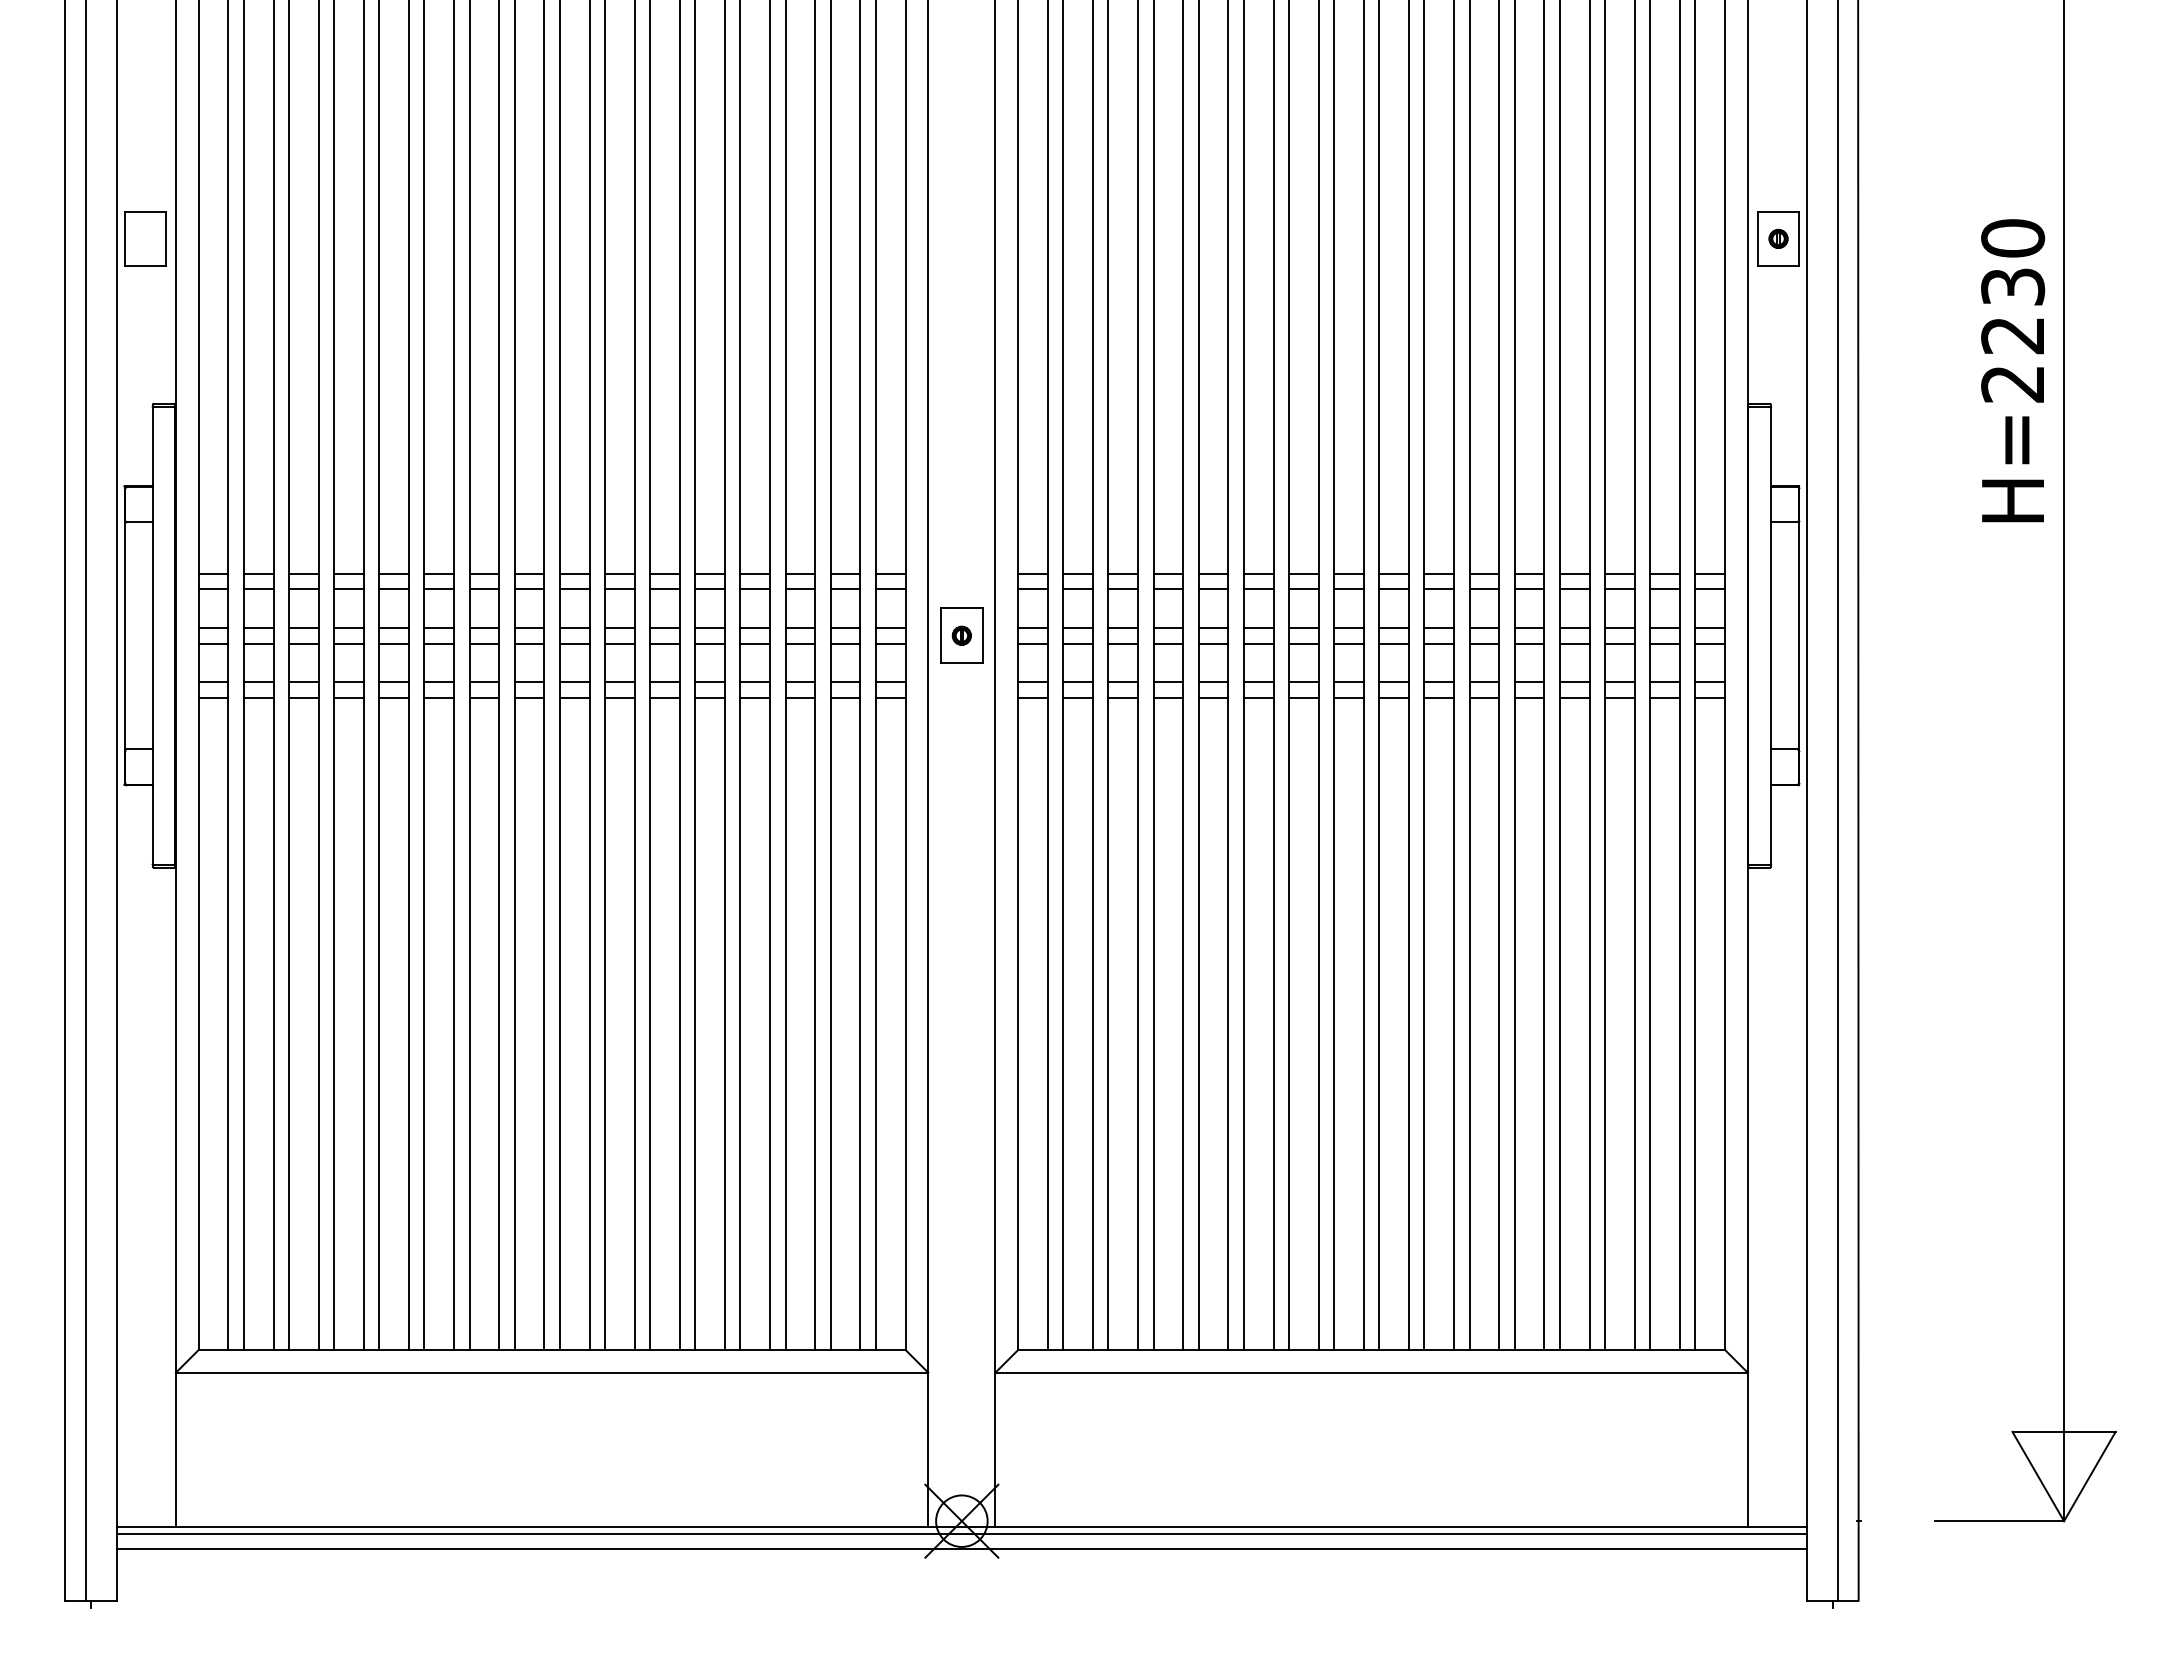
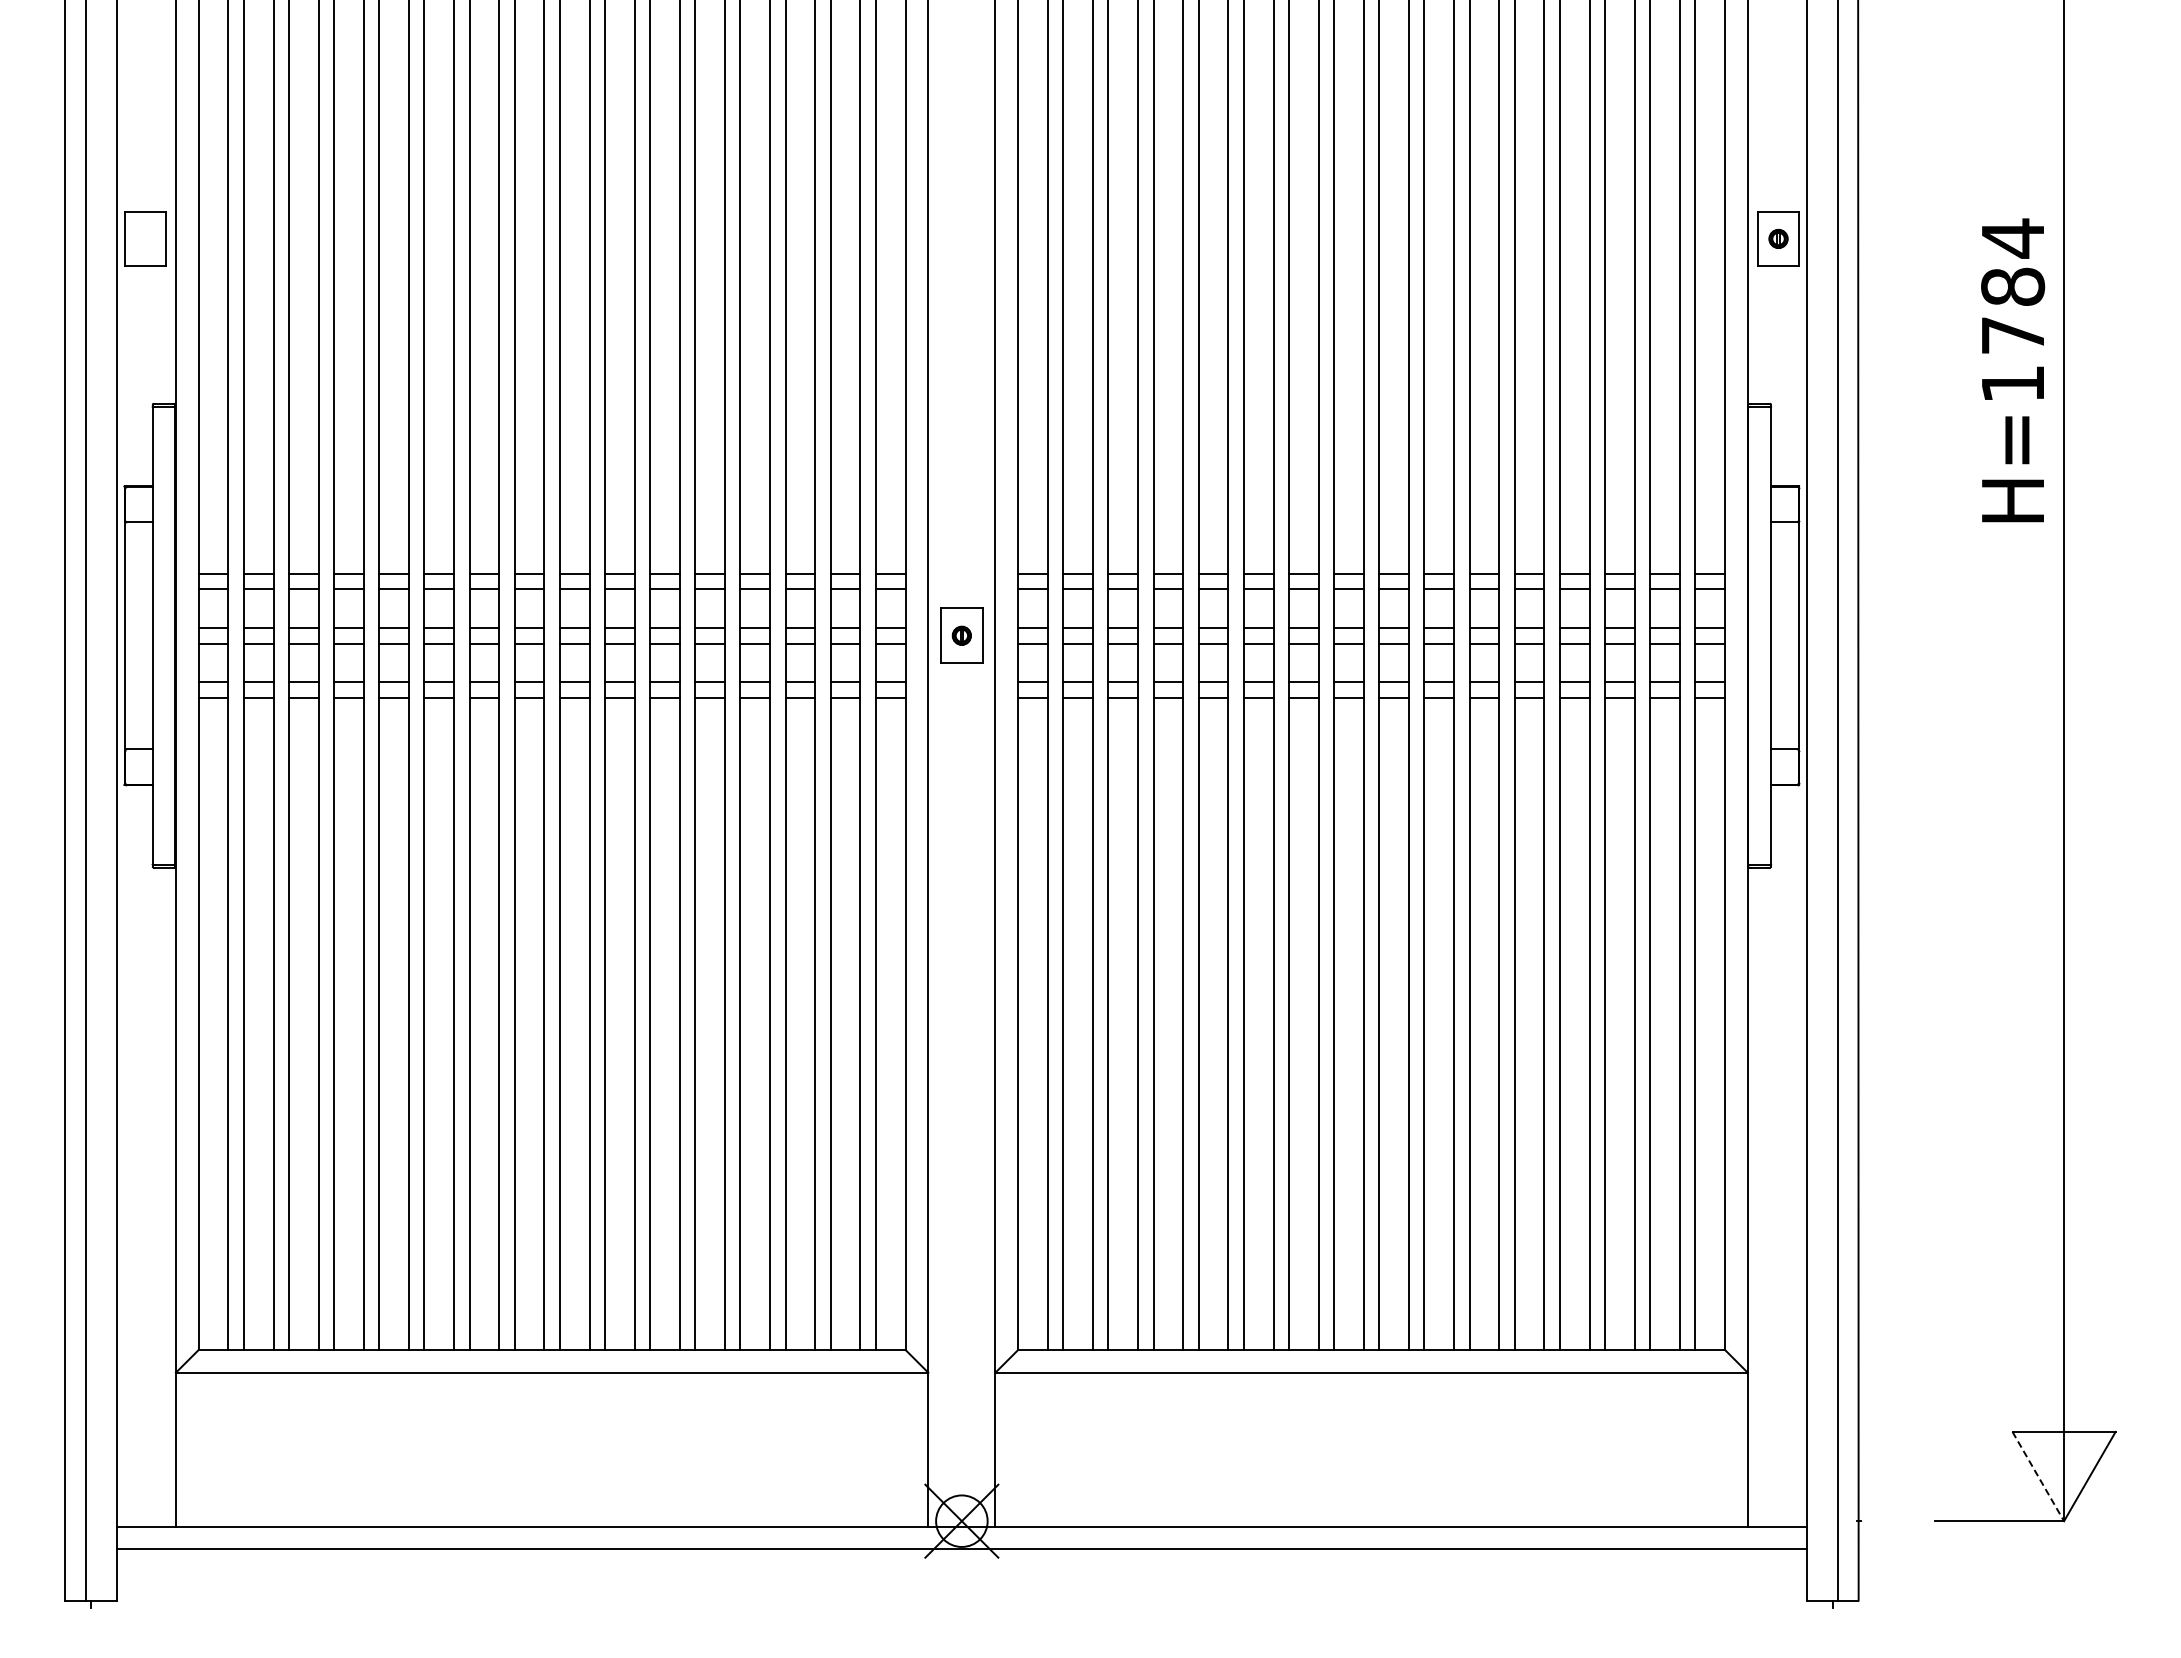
text at (2013, 310): H=2230 -> H=1784
line at (2038, 1476): solid -> dashed
line at (961, 1533): present -> none
